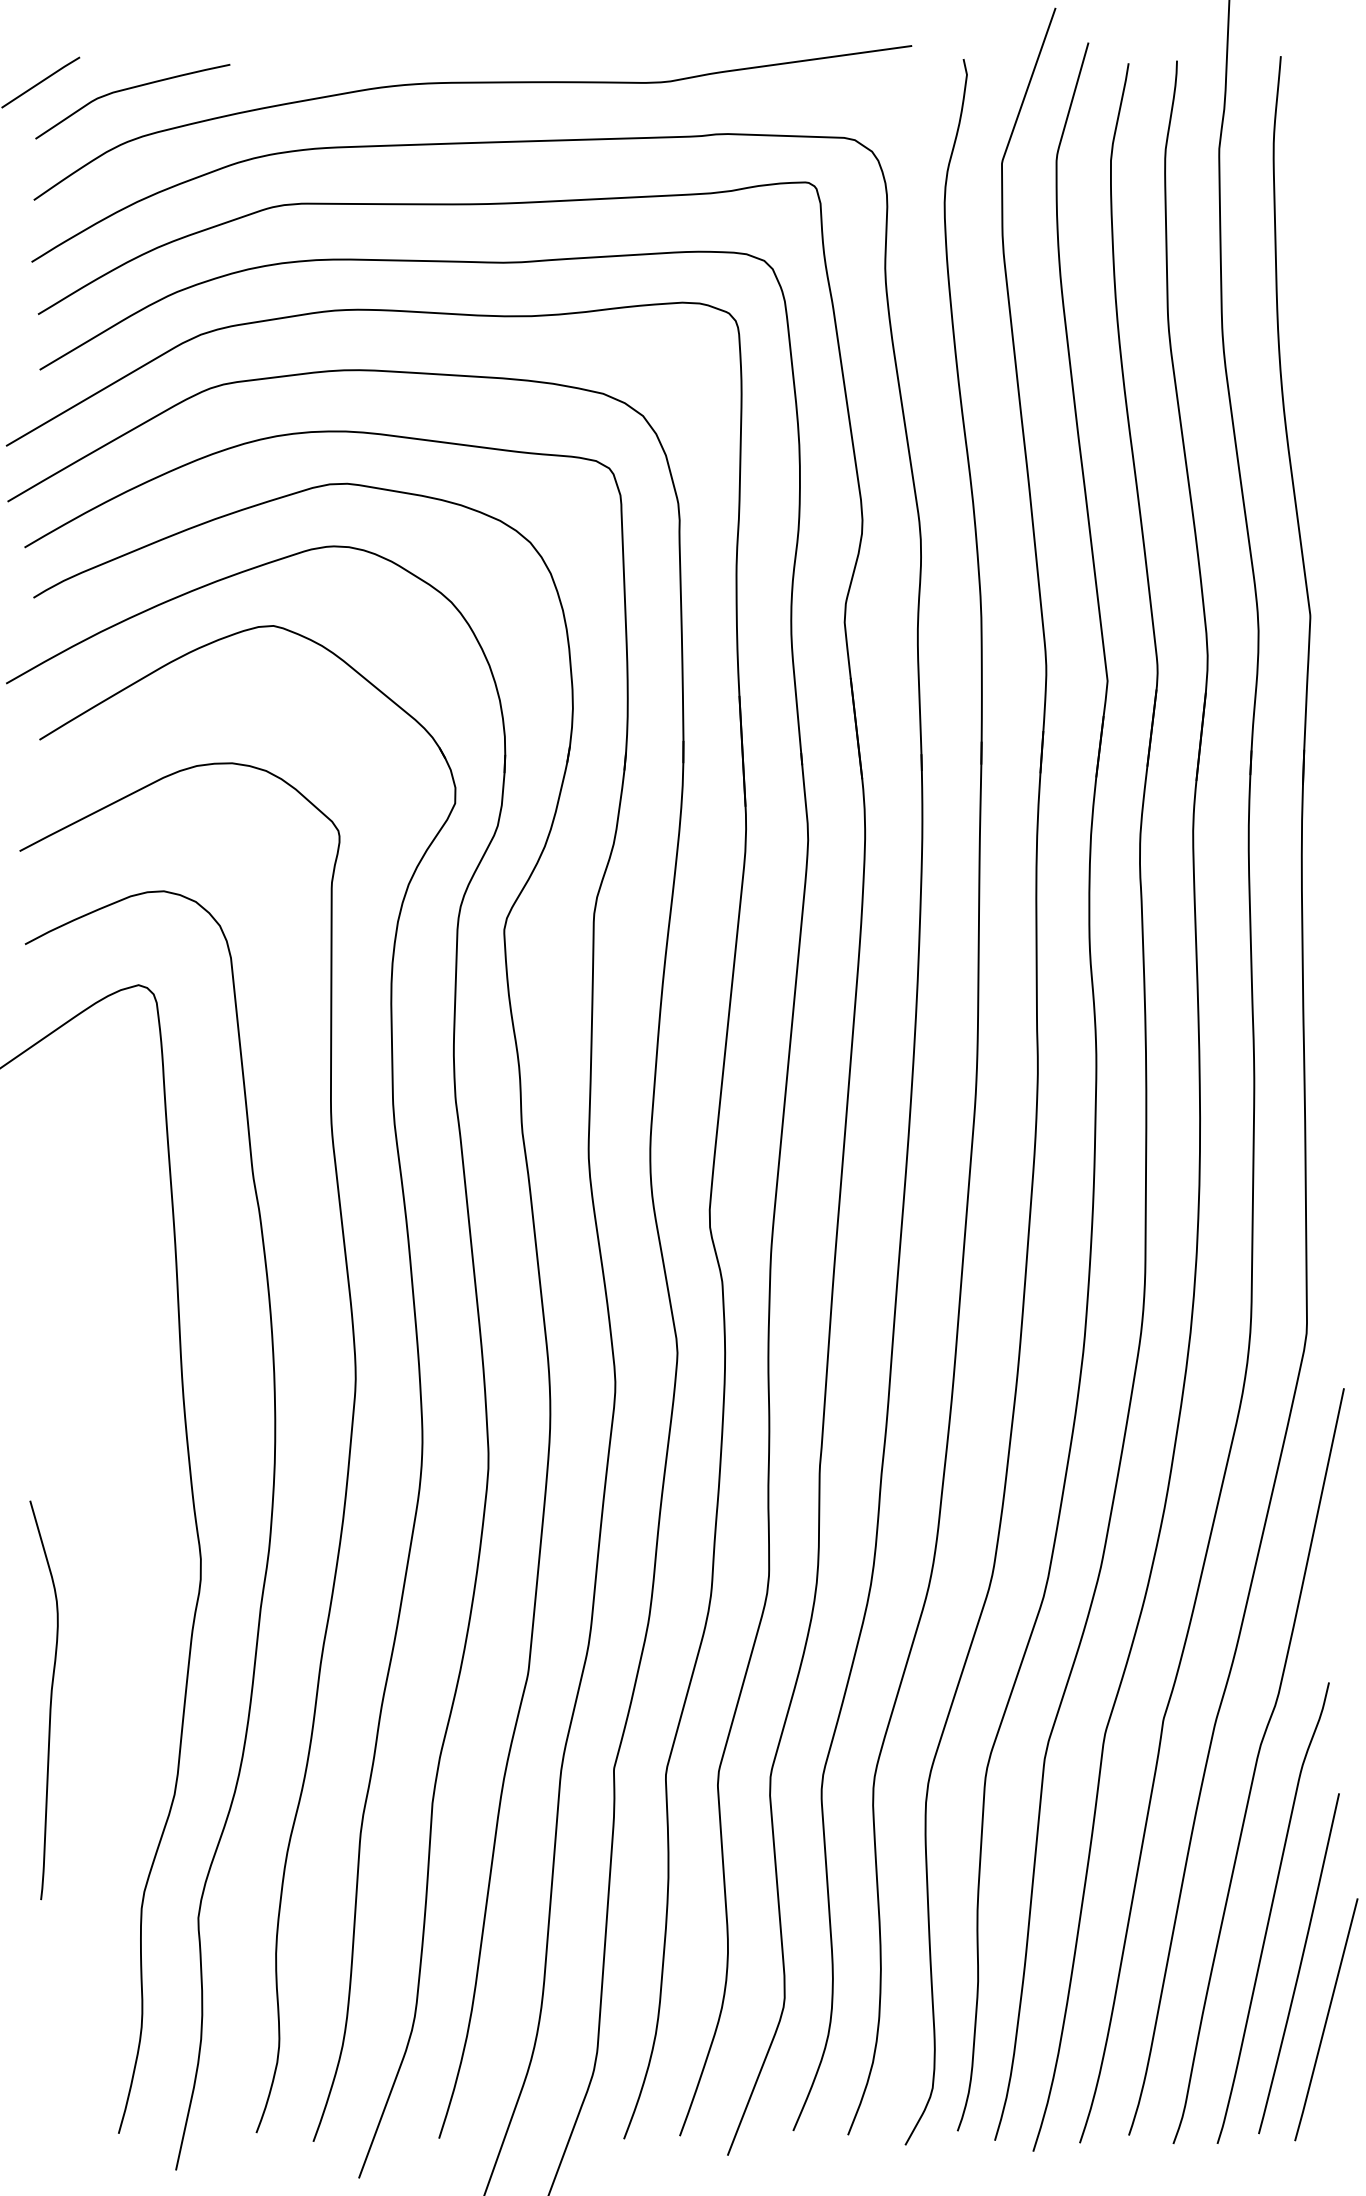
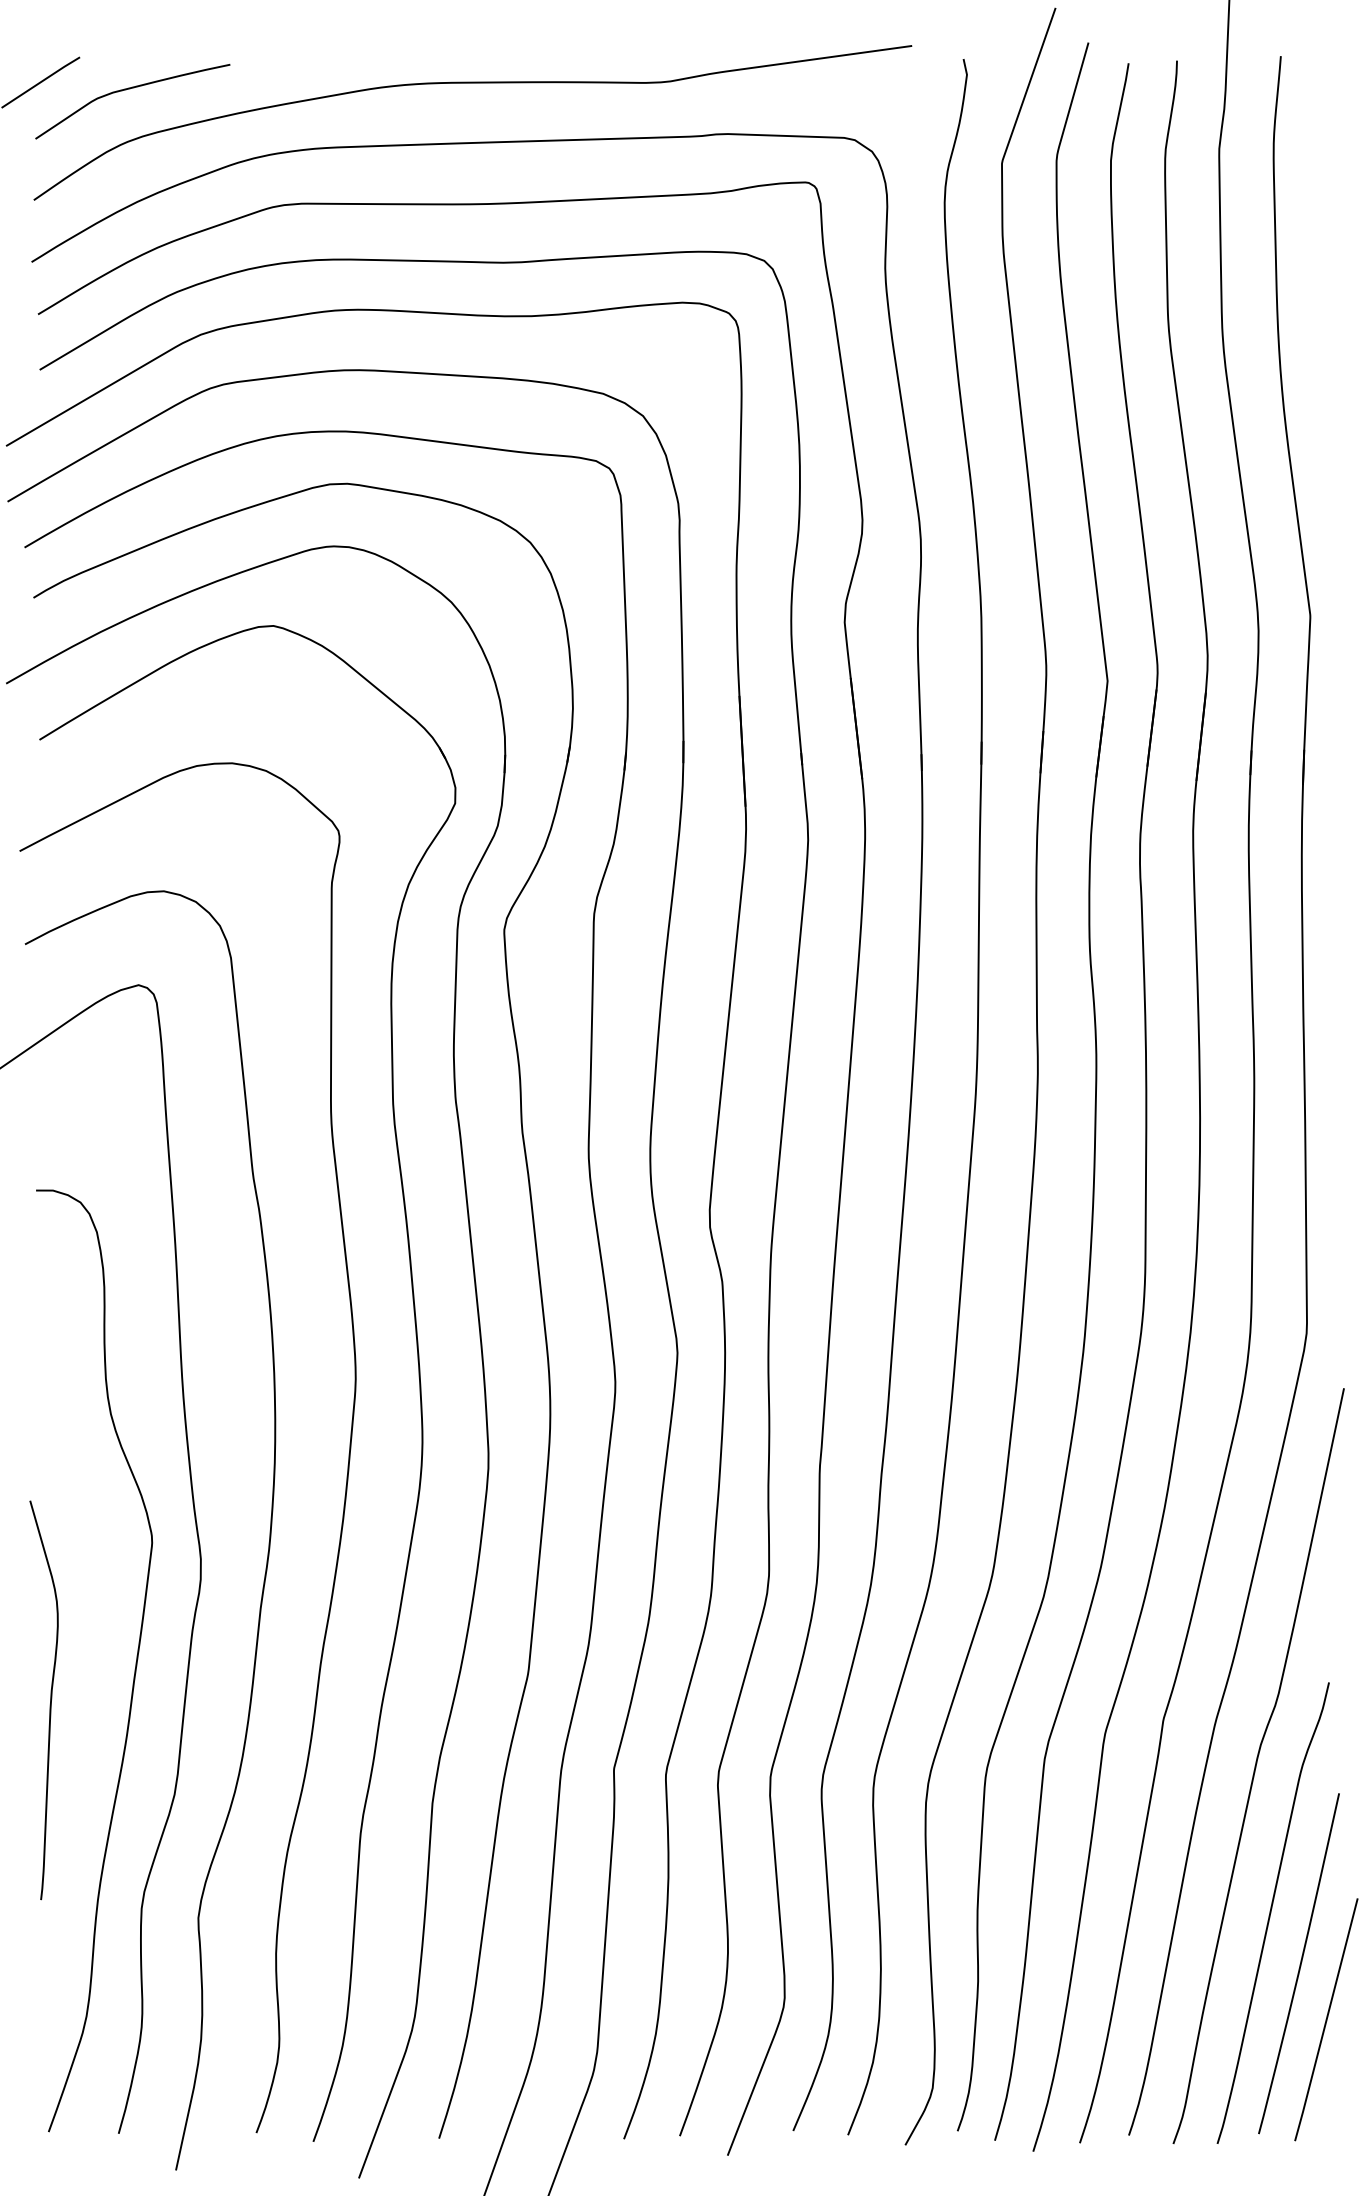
curve at (134, 1669): none -> present
